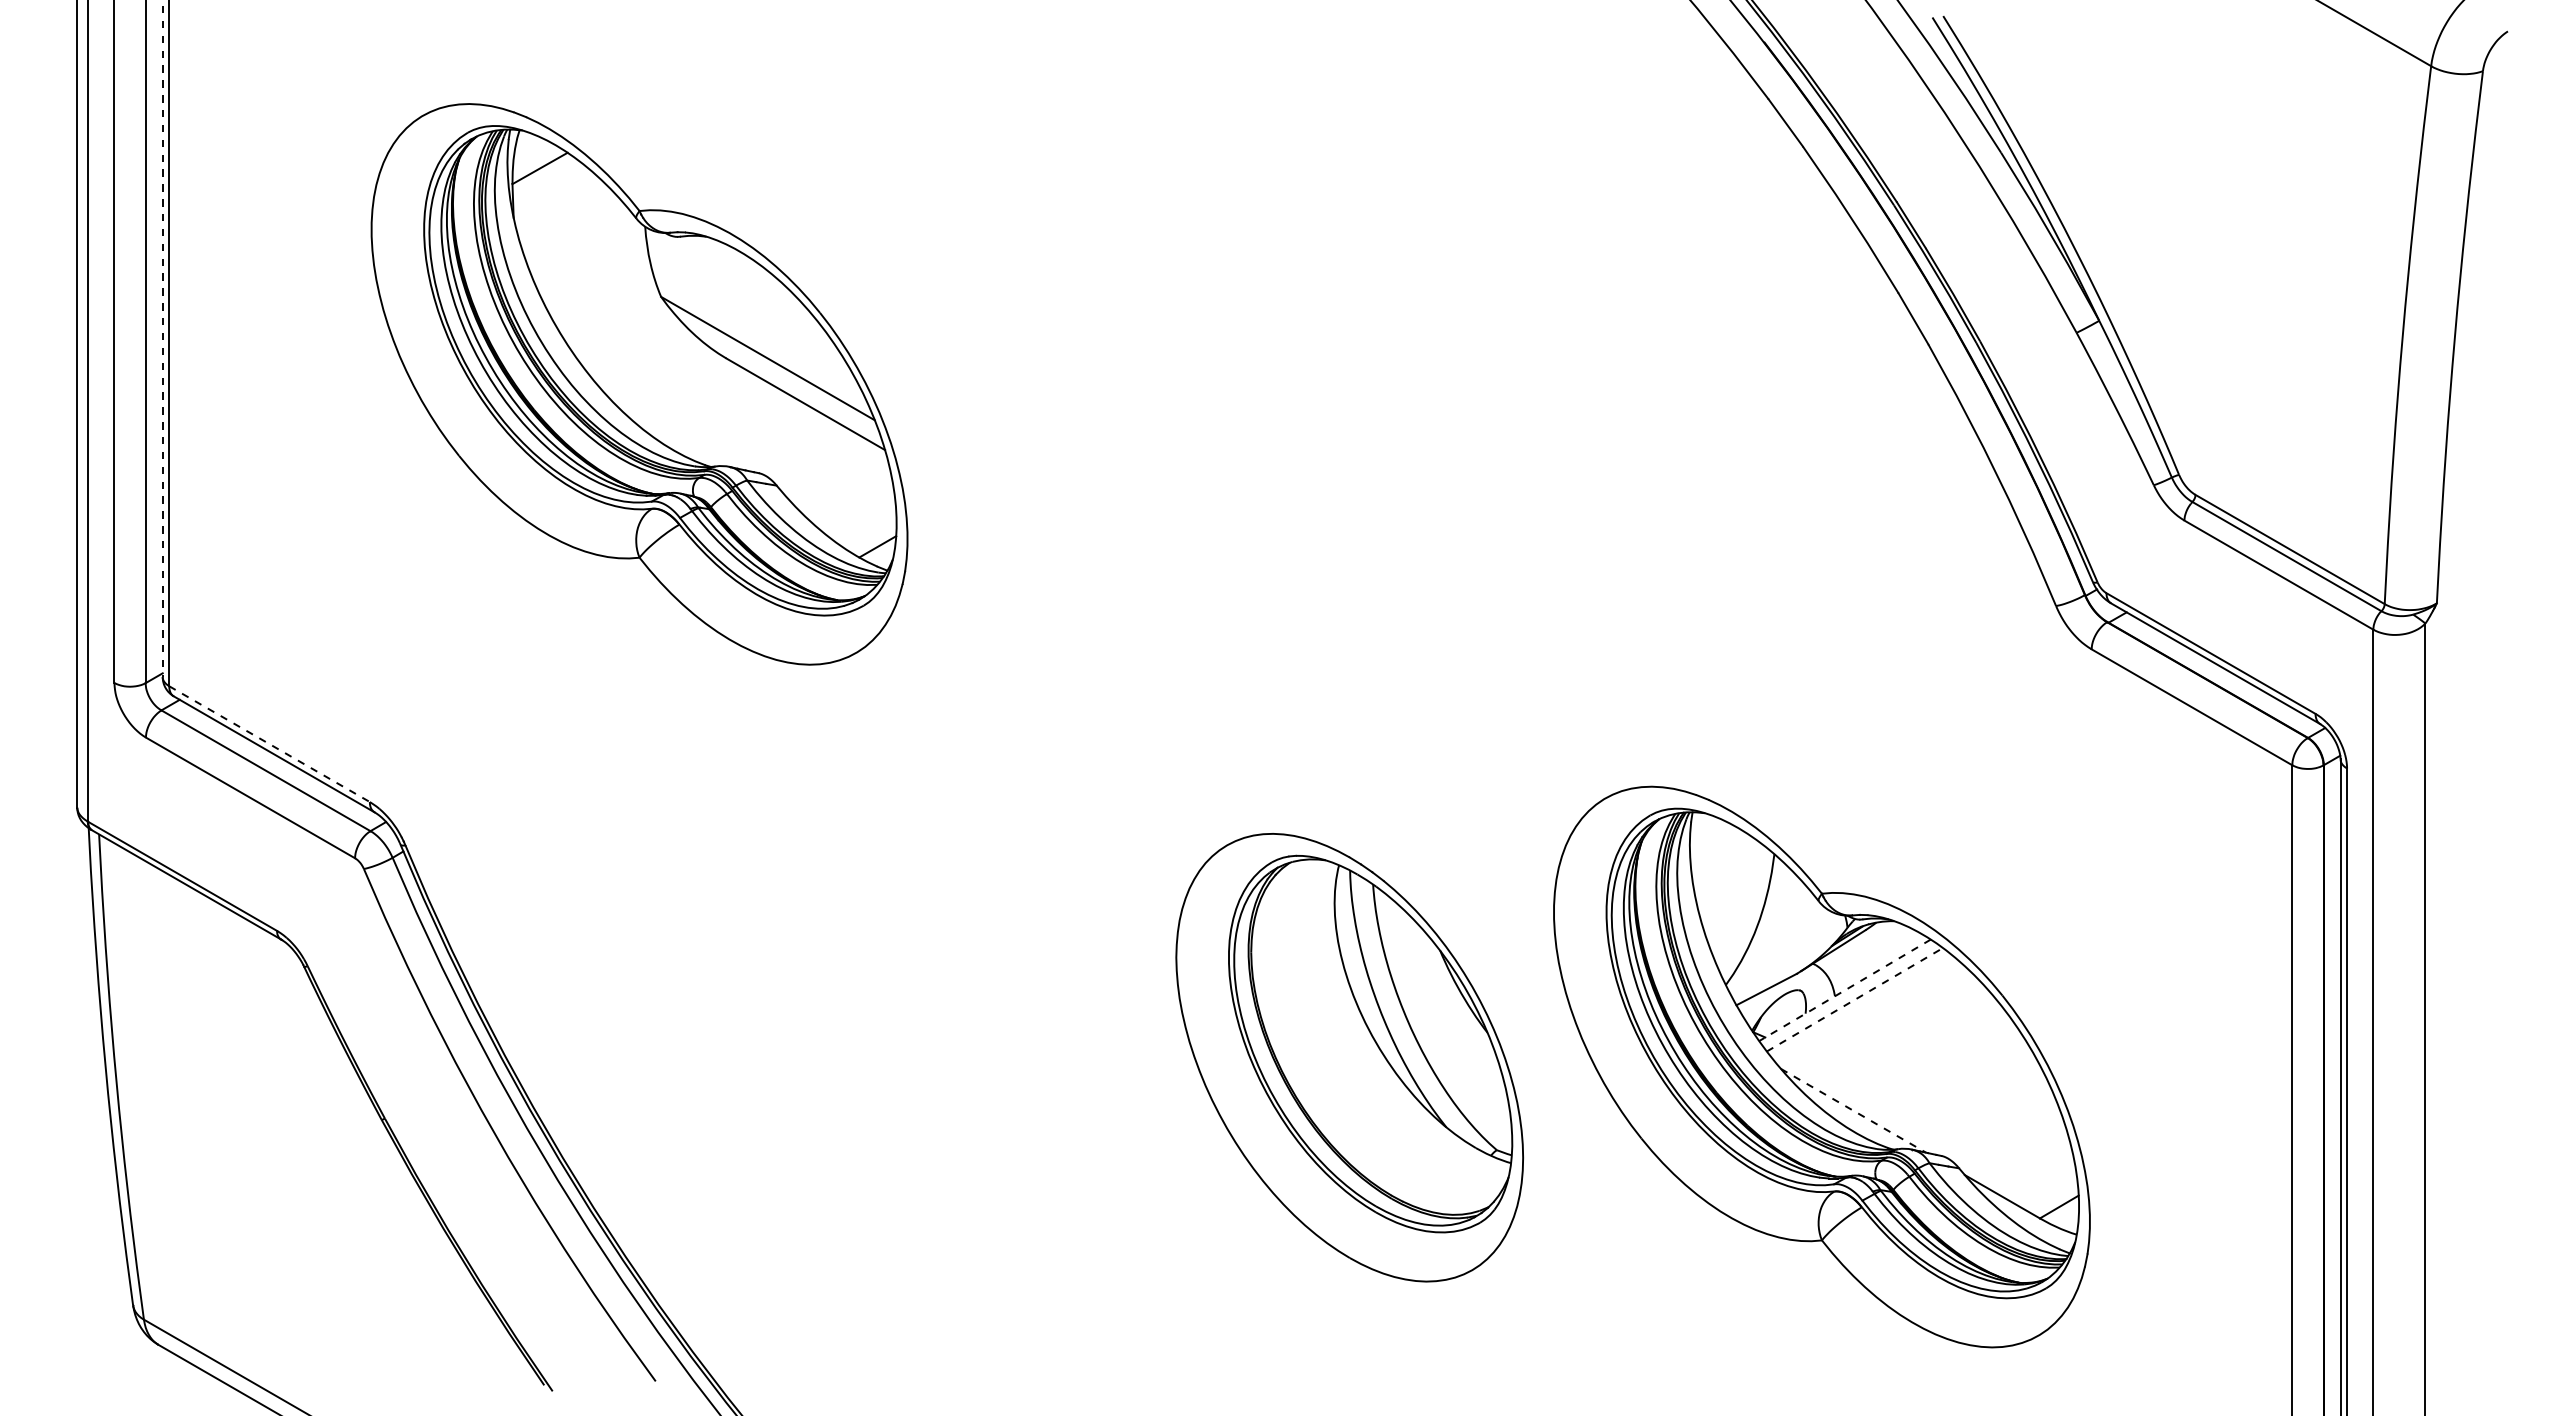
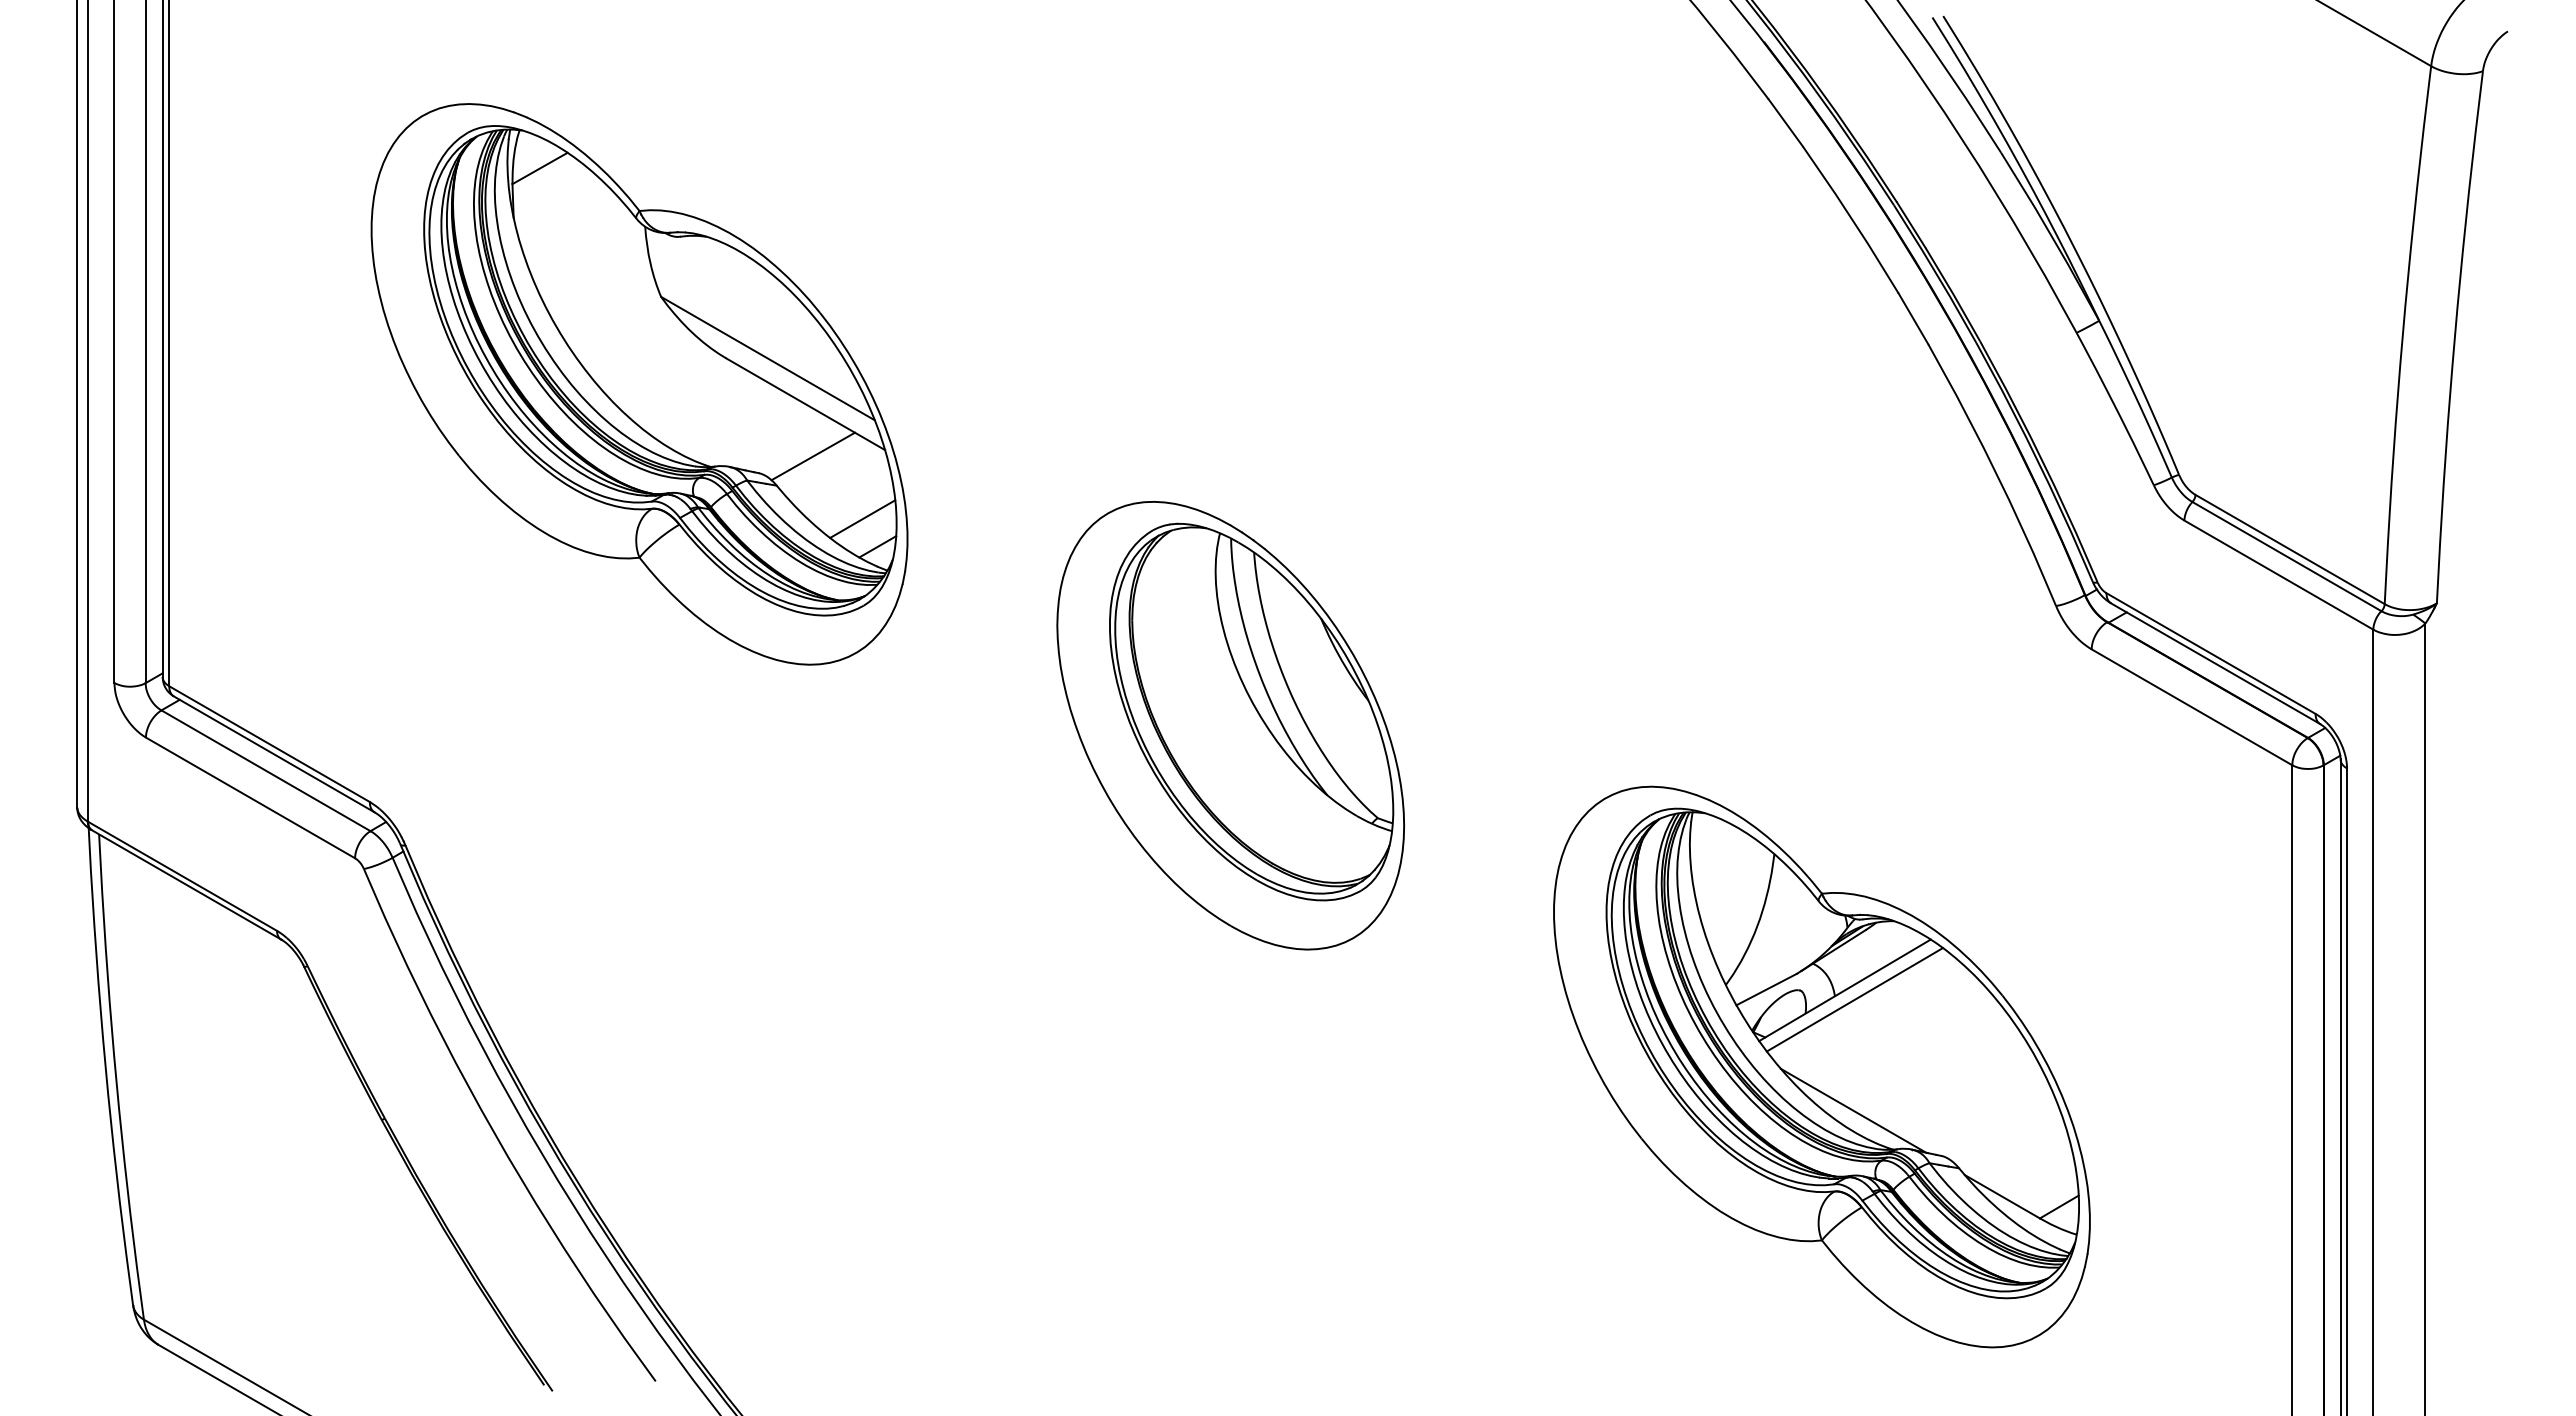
line at (162, 339): dashed -> solid
line at (813, 456): none -> present
line at (862, 518): none -> present
line at (269, 744): dashed -> solid
line at (1844, 990): dashed -> solid
line at (1855, 999): dashed -> solid
part at (1349, 1057) position: (1349, 1057) -> (1230, 725)
line at (1853, 1110): dashed -> solid
